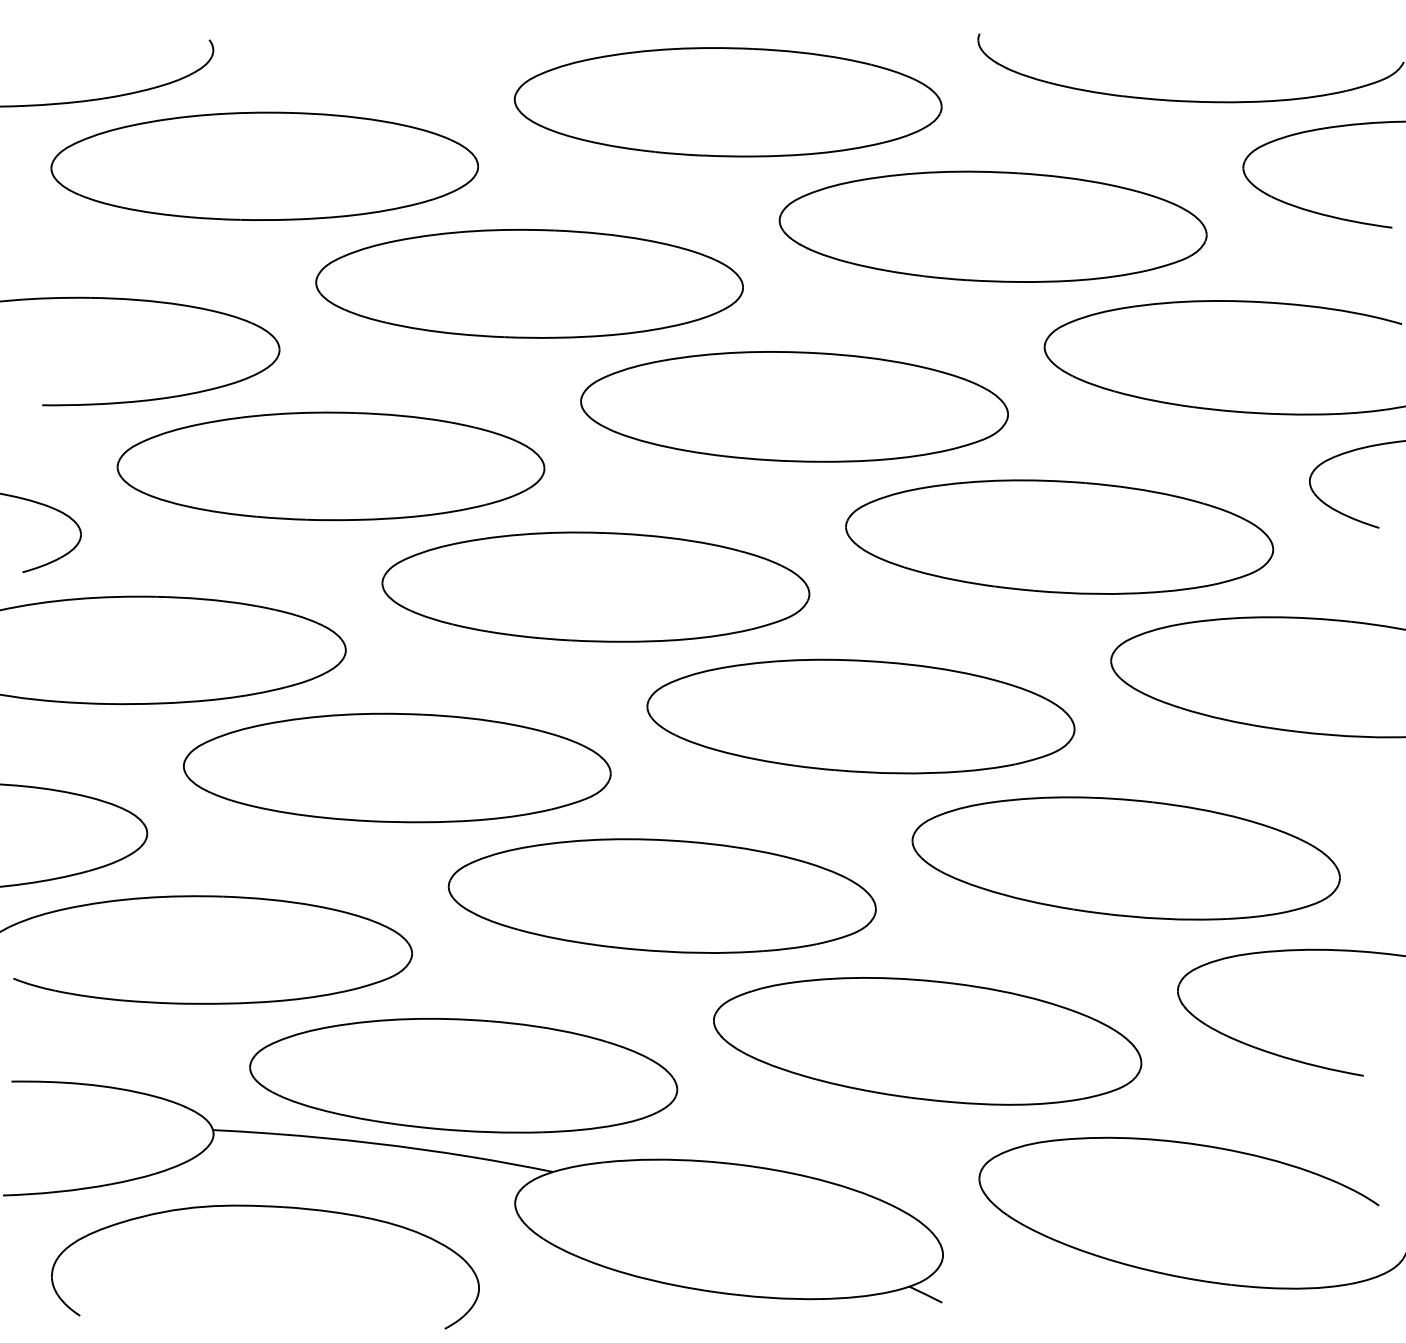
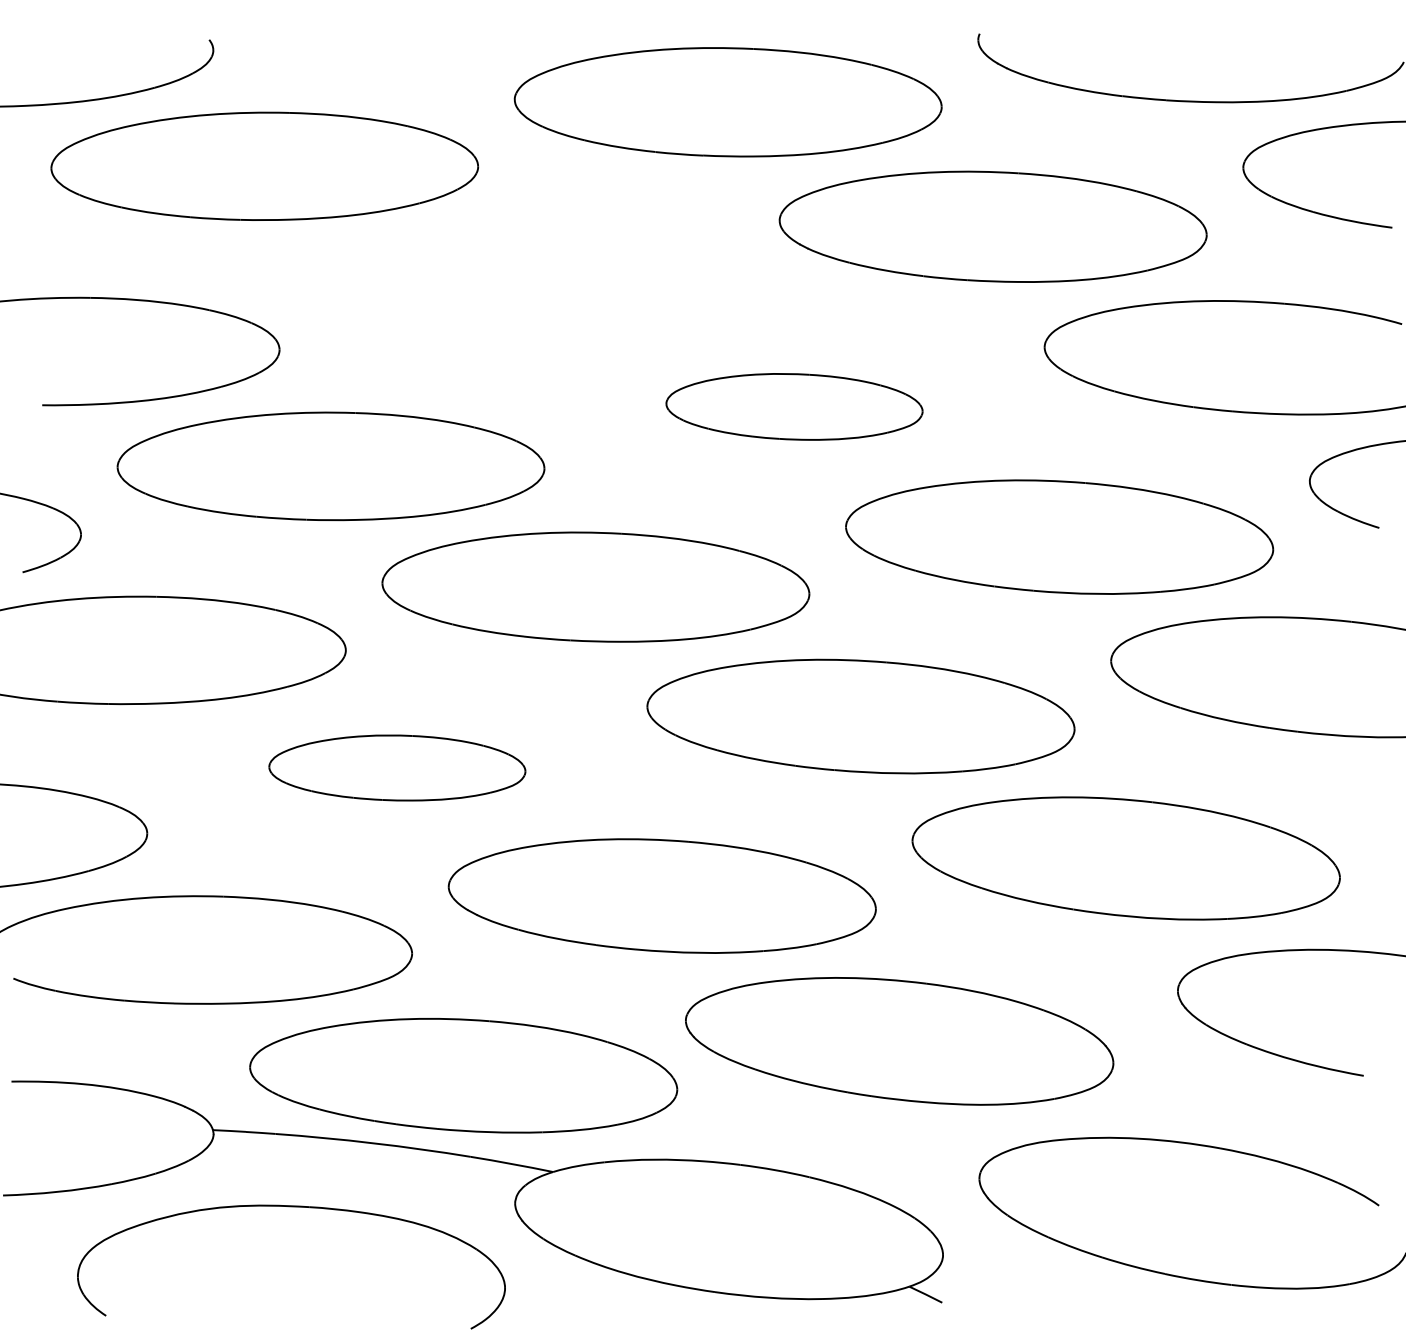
part at (529, 283): present -> none
part at (794, 406) size: 429x112 px -> 259x68 px
part at (397, 767) size: 429x112 px -> 259x68 px
part at (927, 1041) position: (927, 1041) -> (899, 1041)
part at (265, 1207) position: (265, 1207) -> (291, 1207)
